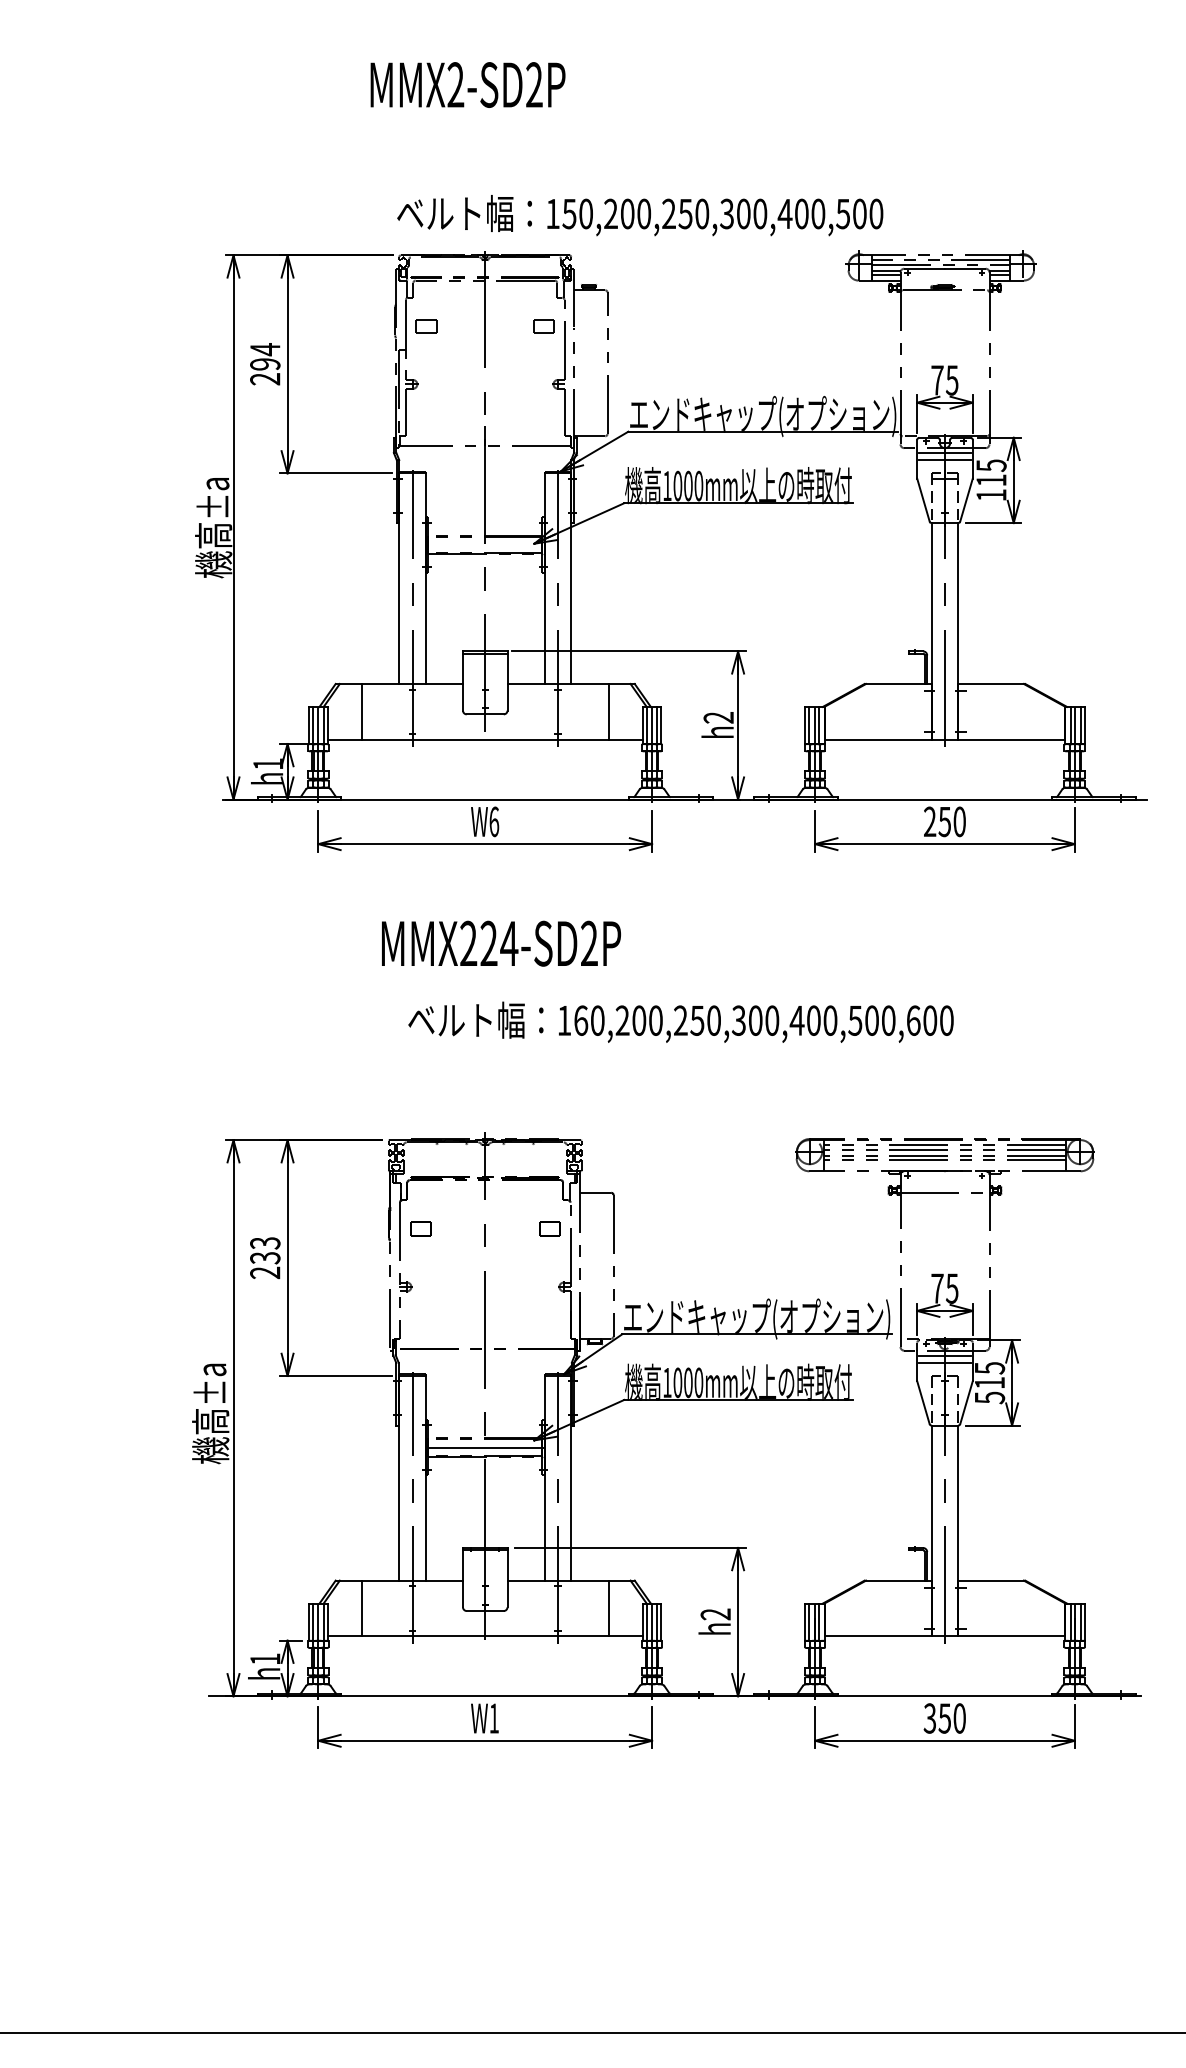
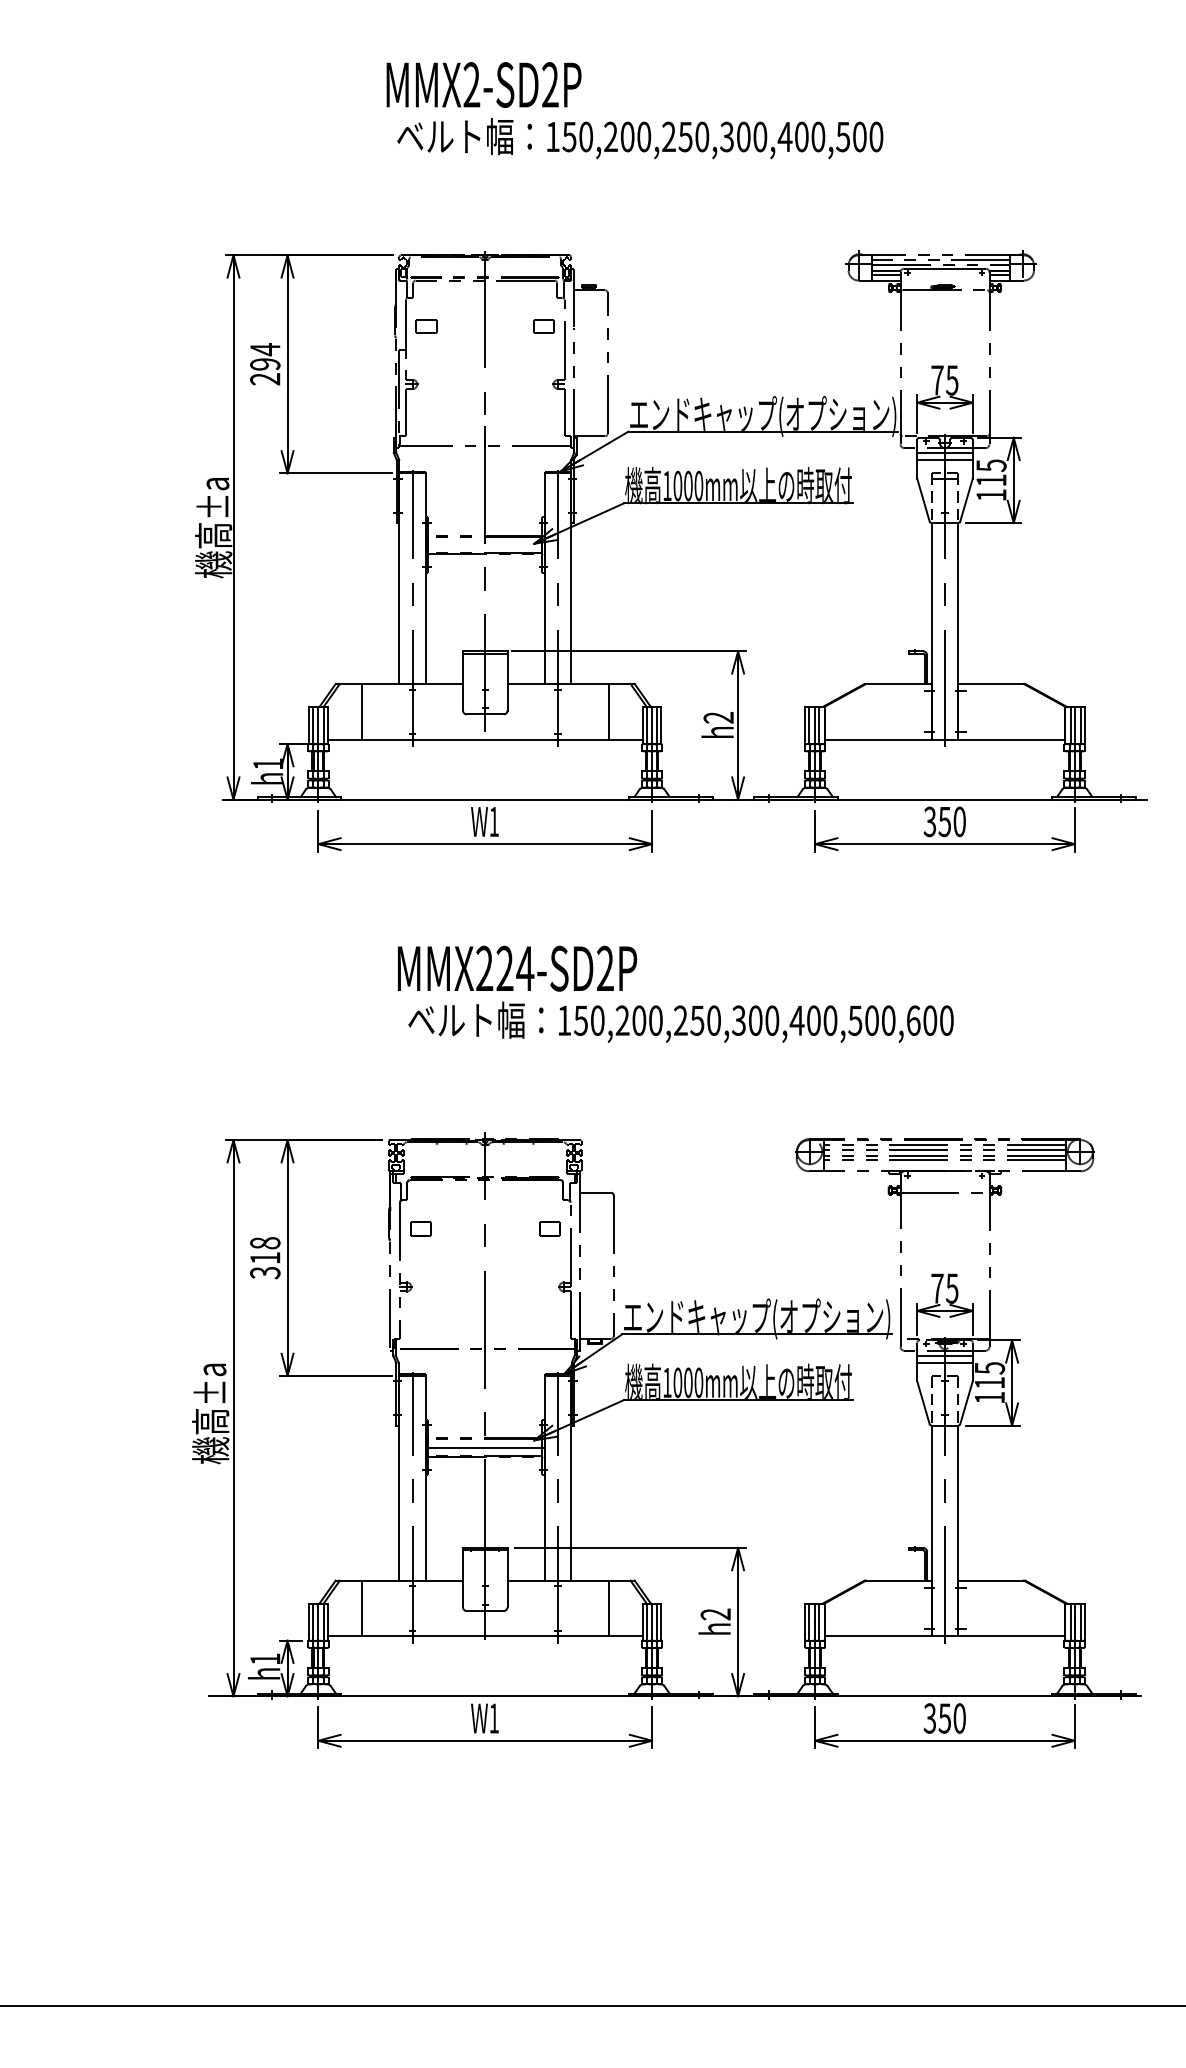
text at (467, 84) position: (467, 84) -> (483, 84)
text at (640, 215) position: (640, 215) -> (640, 138)
text at (494, 821): W6 -> W1
text at (929, 822): 250 -> 350
text at (501, 943) position: (501, 943) -> (517, 968)
text at (580, 1020): 160,200,250,300,400,500,600 -> 150,200,250,300,400,500,600
text at (265, 1258): 233 -> 318
text at (990, 1397): 515 -> 115
line at (592, 2032) position: (592, 2032) -> (592, 2005)
